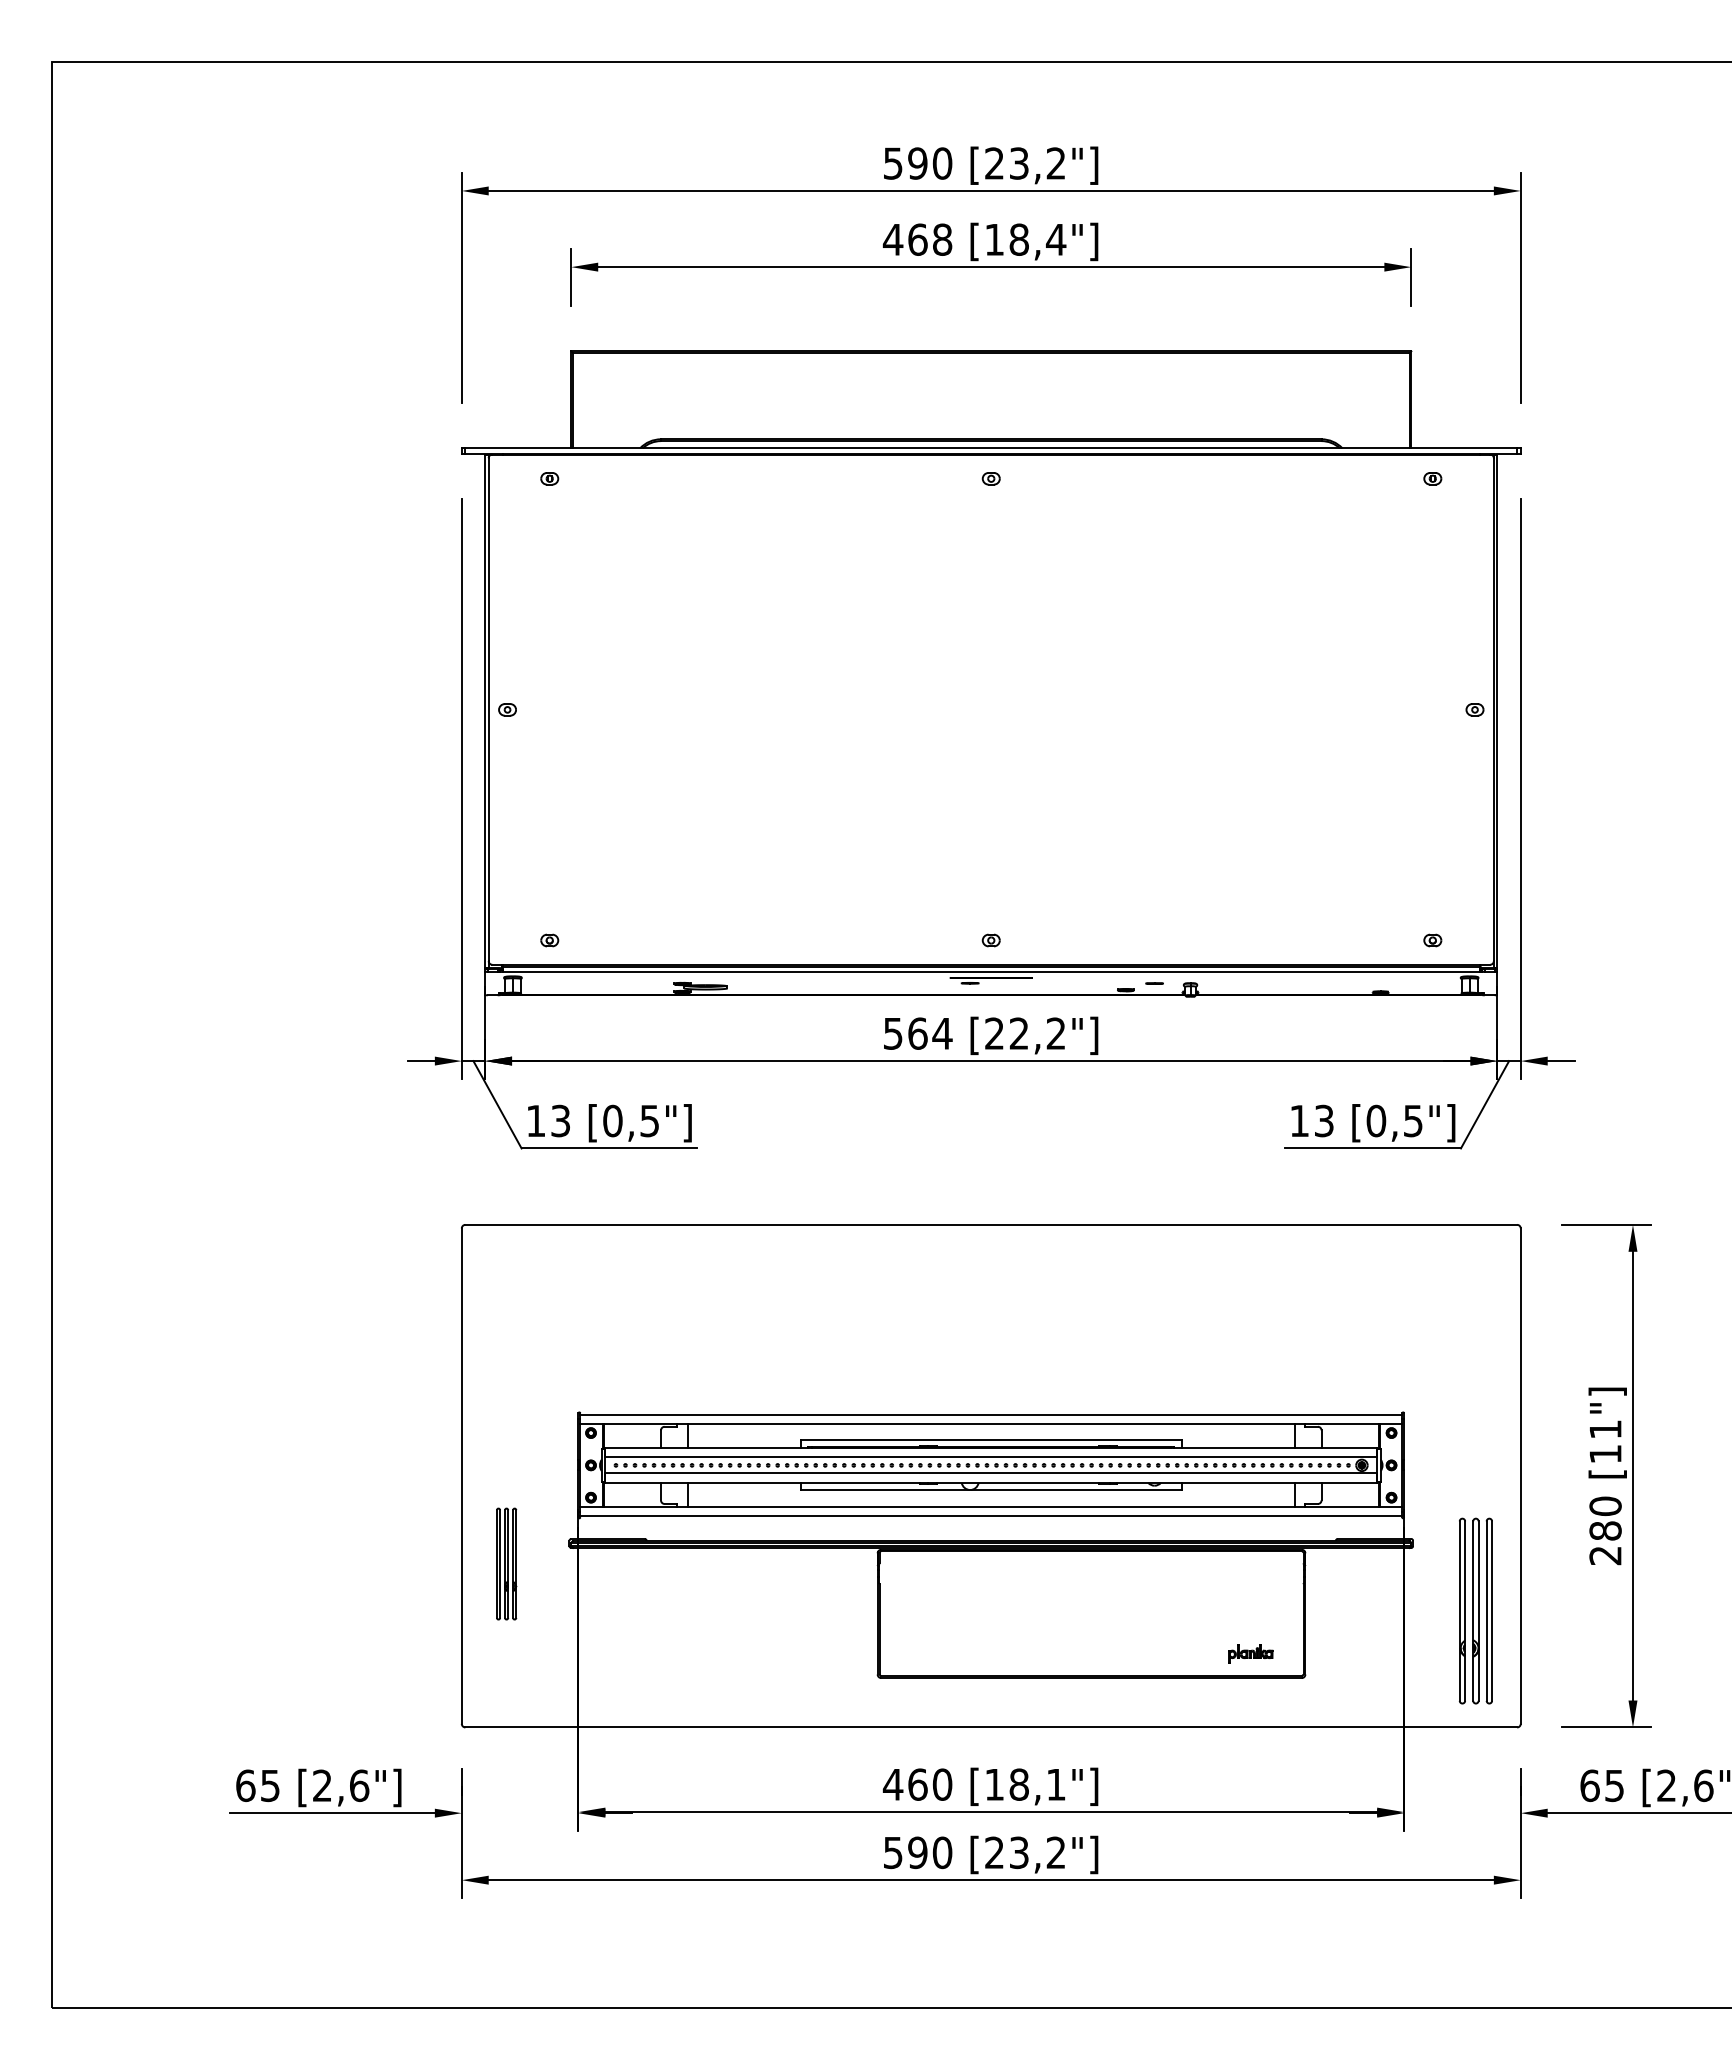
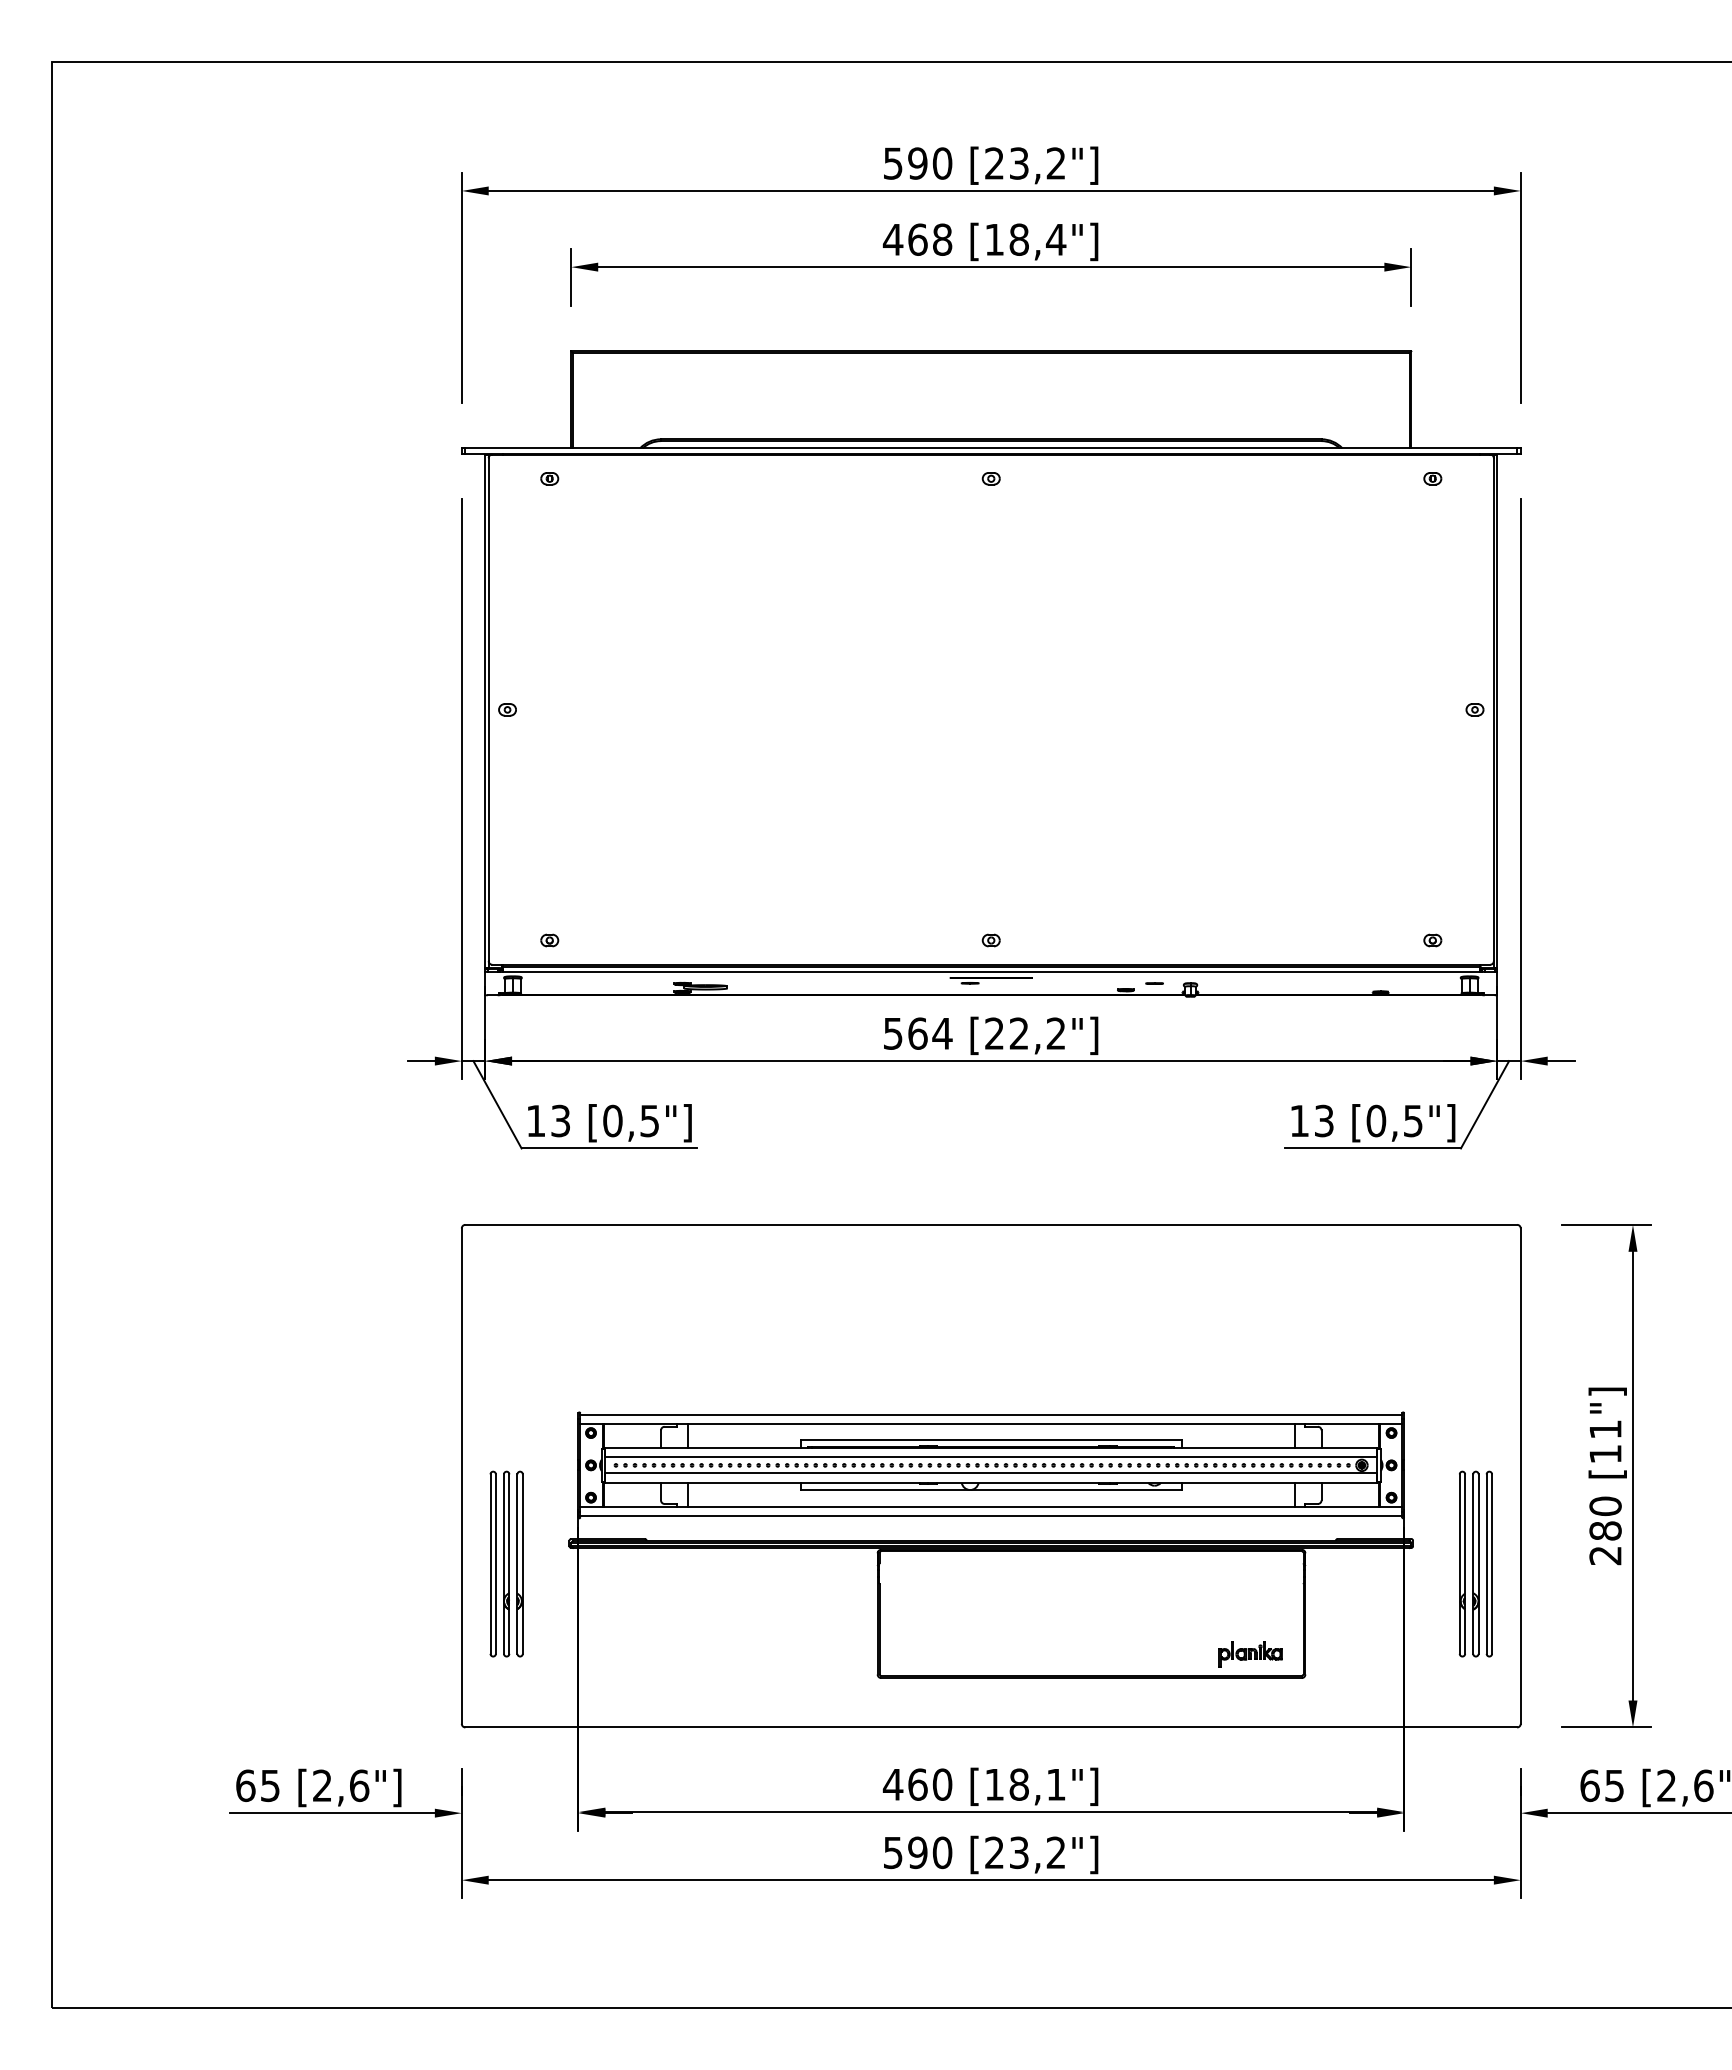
part at (506, 1563) size: 22x114 px -> 35x188 px
part at (1475, 1610) position: (1475, 1610) -> (1475, 1563)
part at (1250, 1653) size: 46x20 px -> 65x27 px
